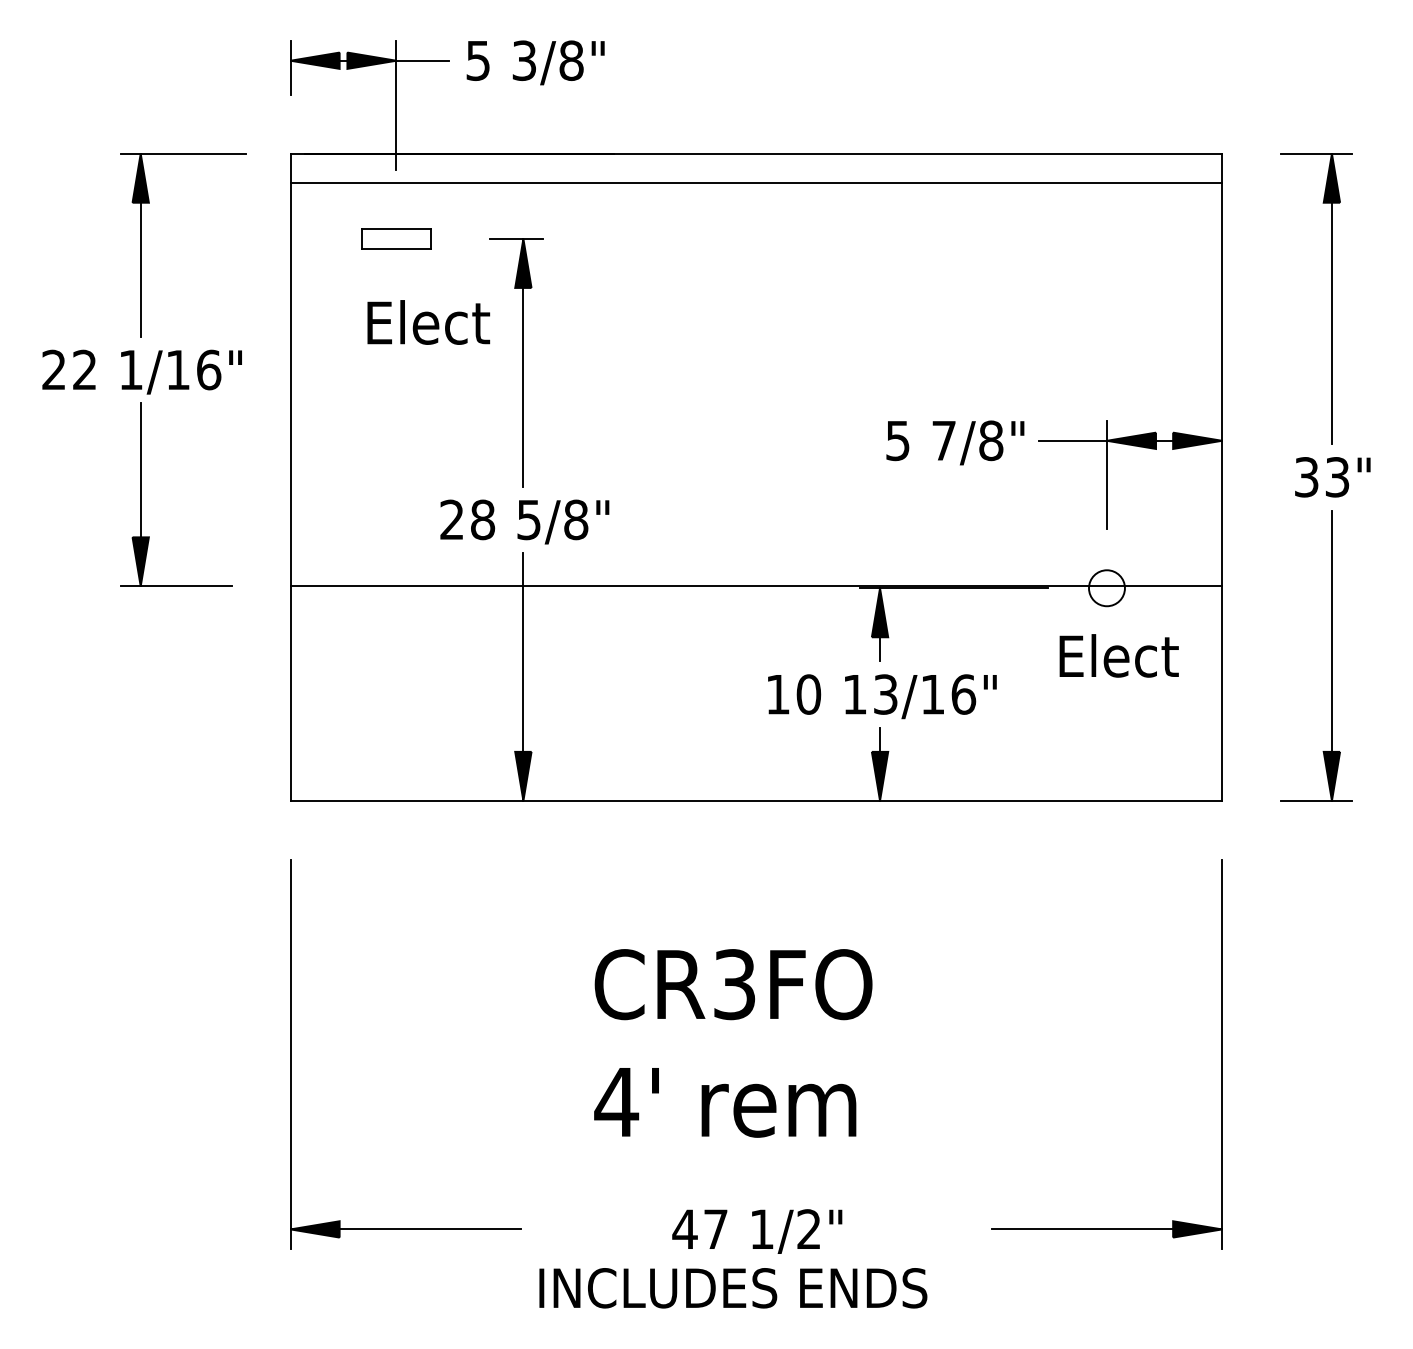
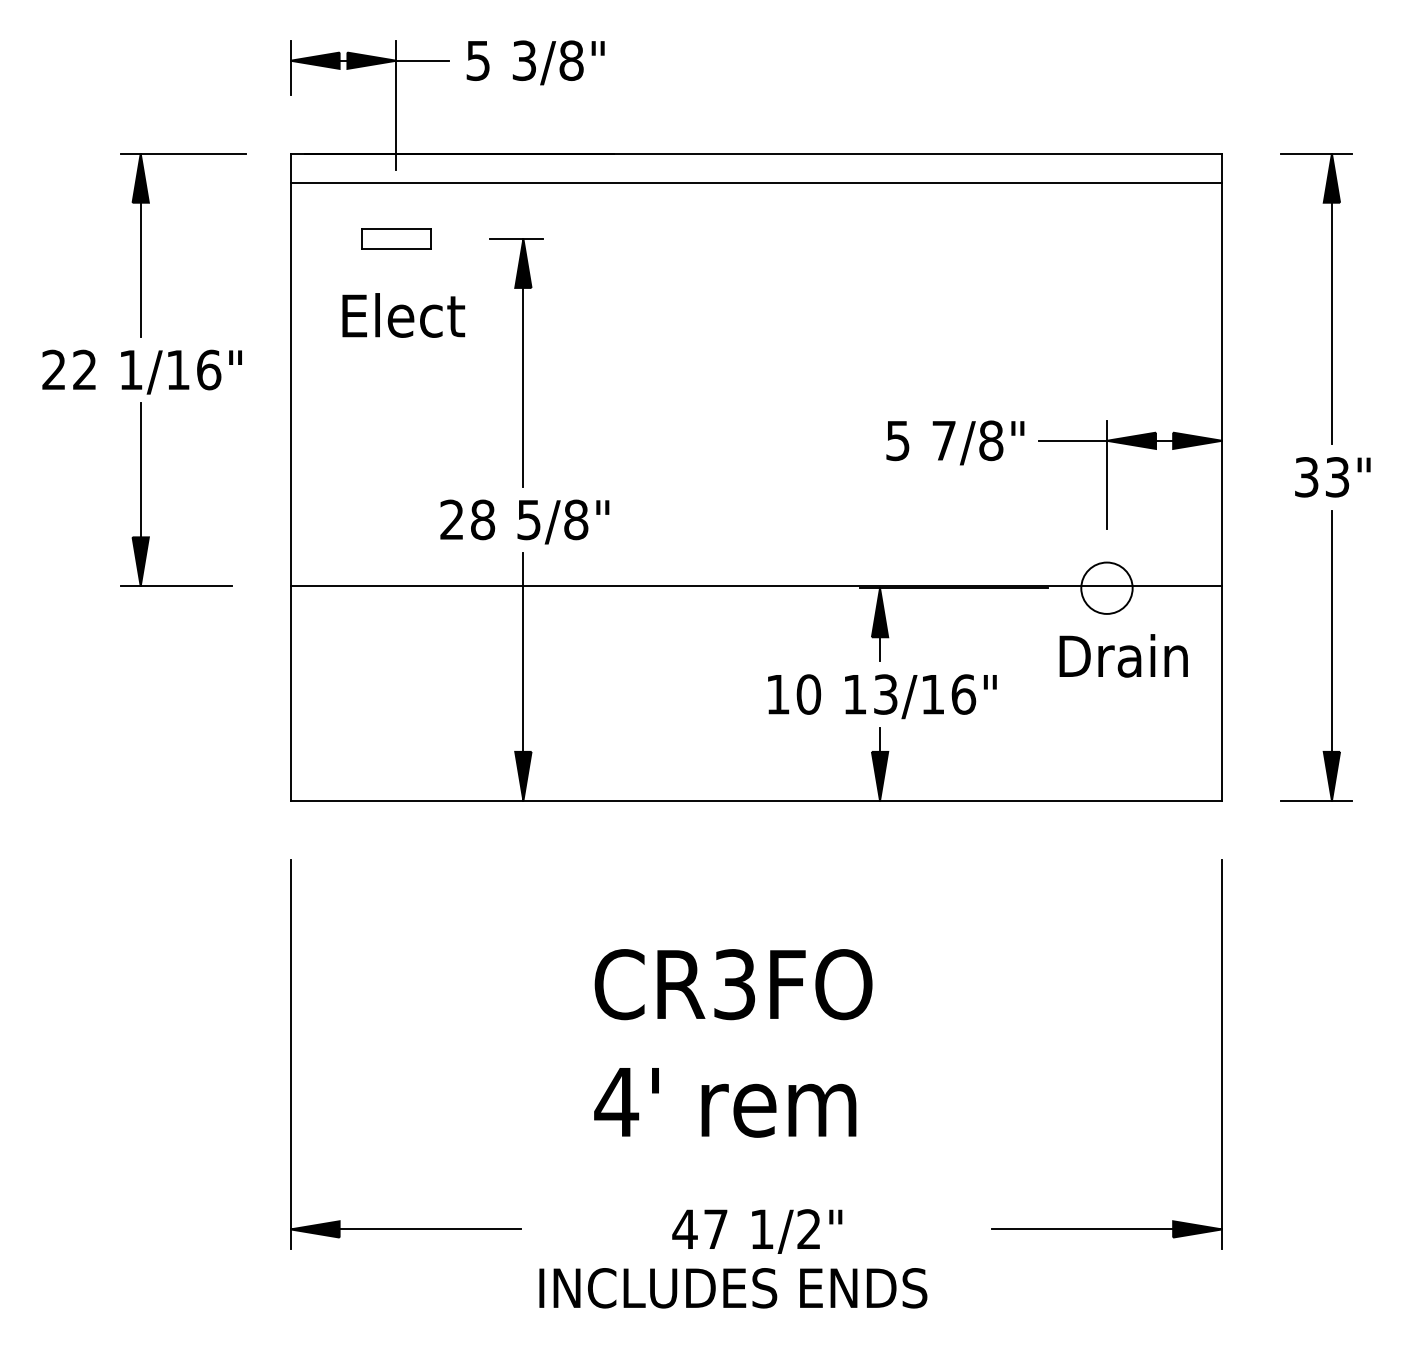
text at (428, 322) position: (428, 322) -> (403, 315)
circle at (1106, 588) diameter: 36 px -> 51 px
text at (1125, 655): Elect -> Drain
